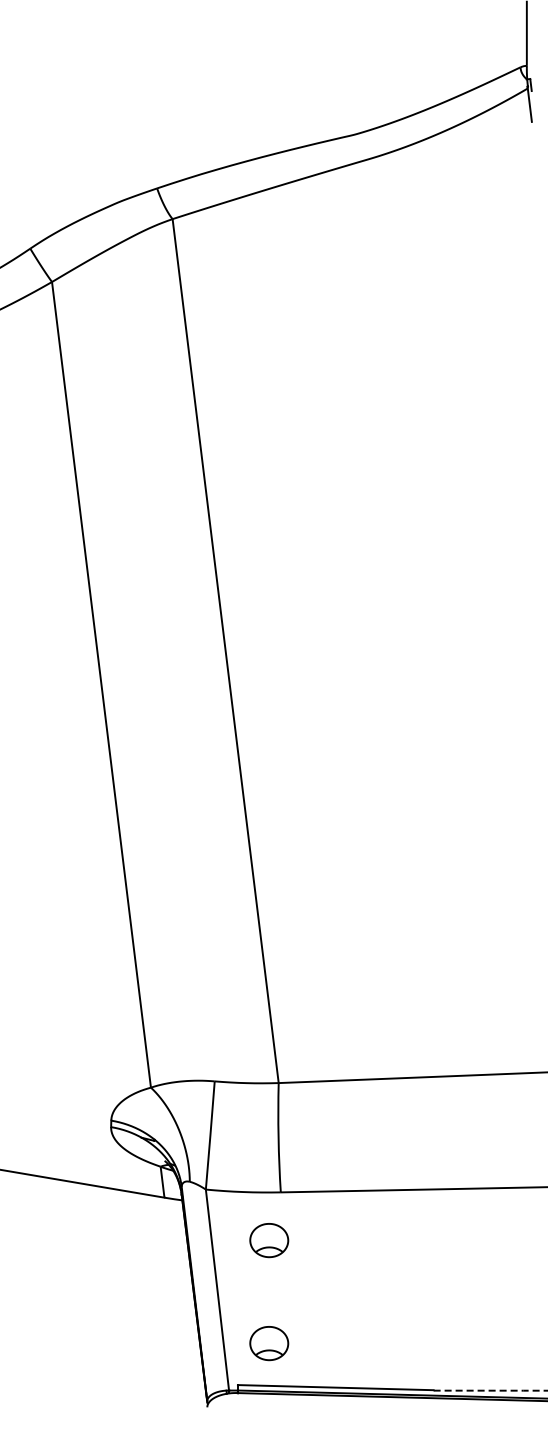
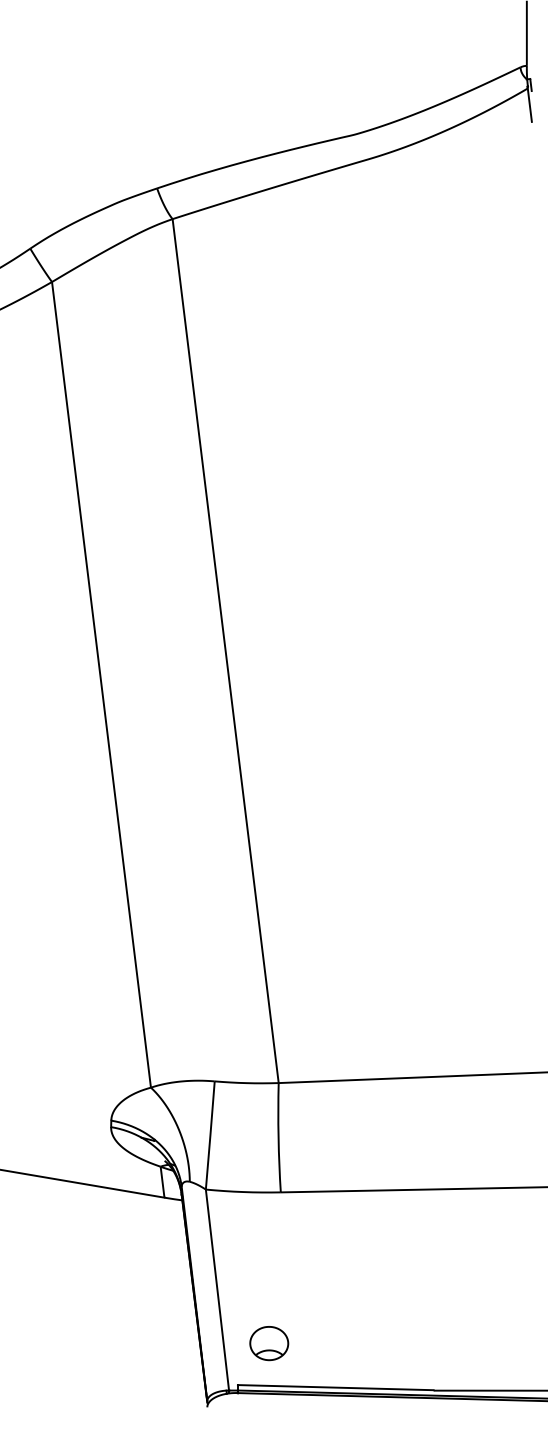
part at (269, 1240): present -> none
line at (491, 1390): dashed -> solid
